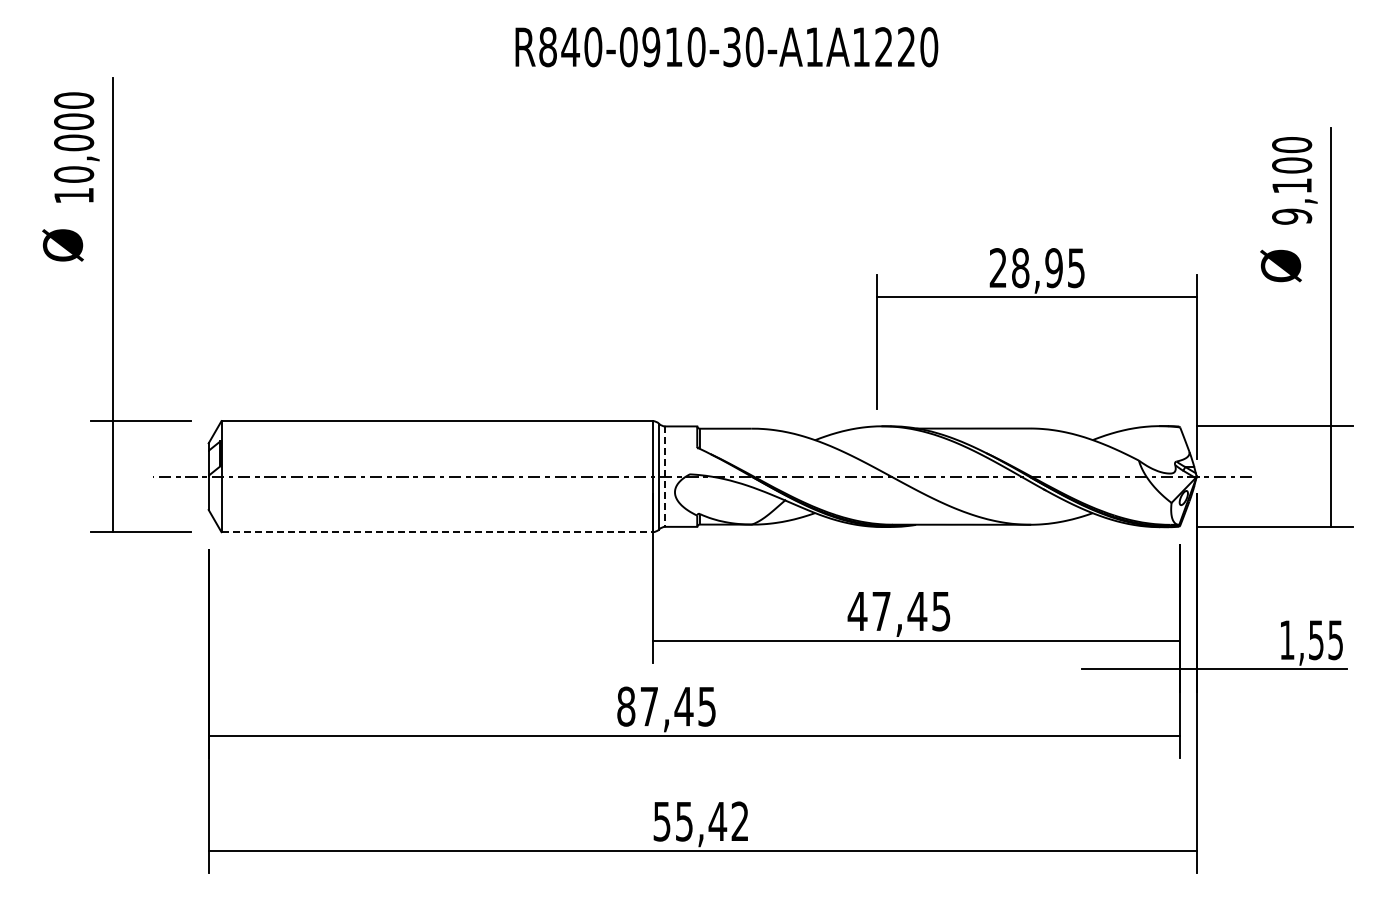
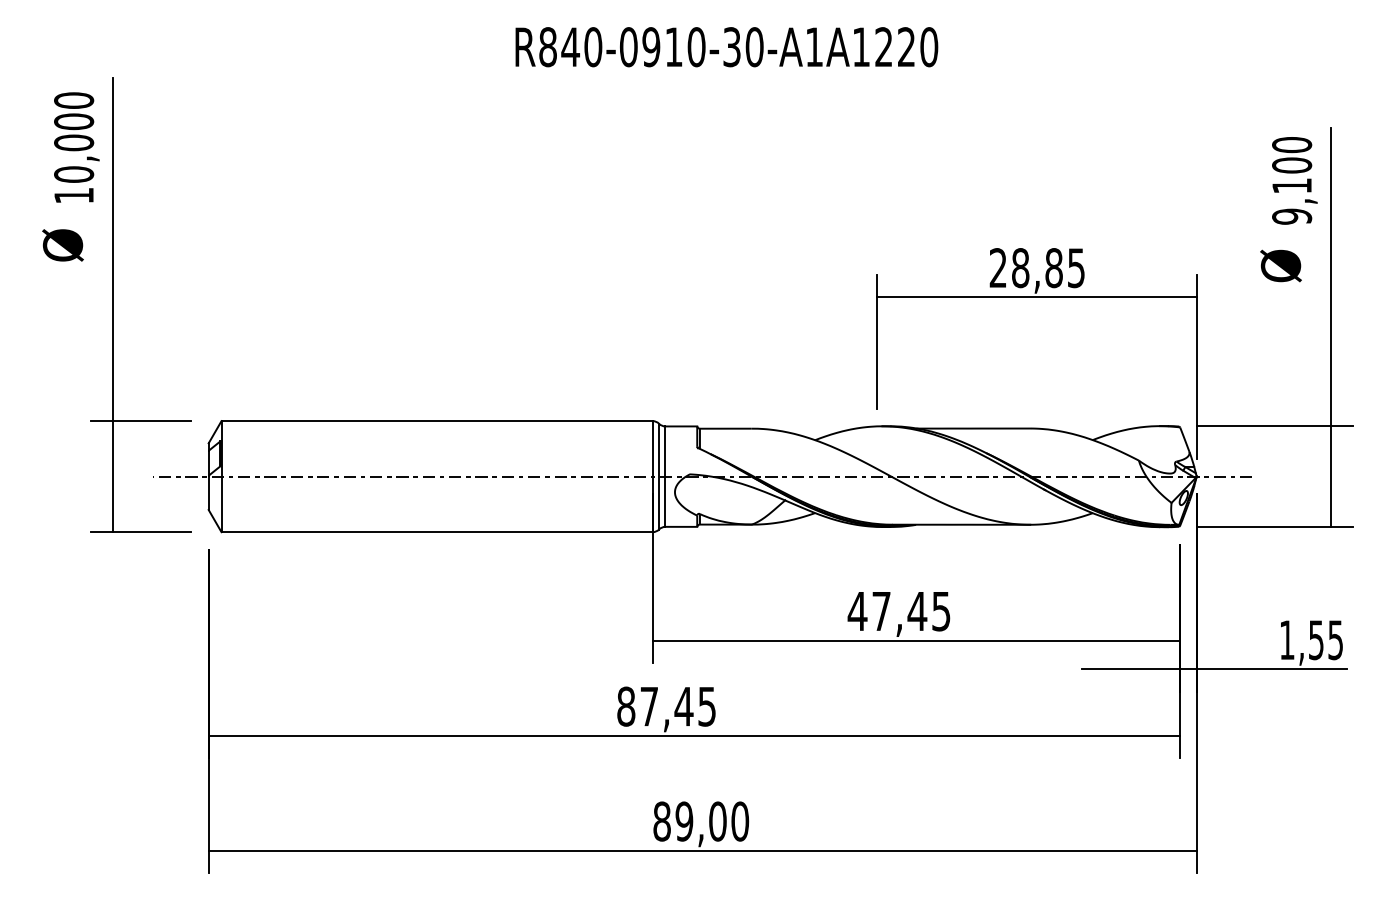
text at (1053, 268): 28,95 -> 28,85
line at (665, 477): dashed -> solid
line at (437, 532): dashed -> solid
text at (701, 821): 55,42 -> 89,00
